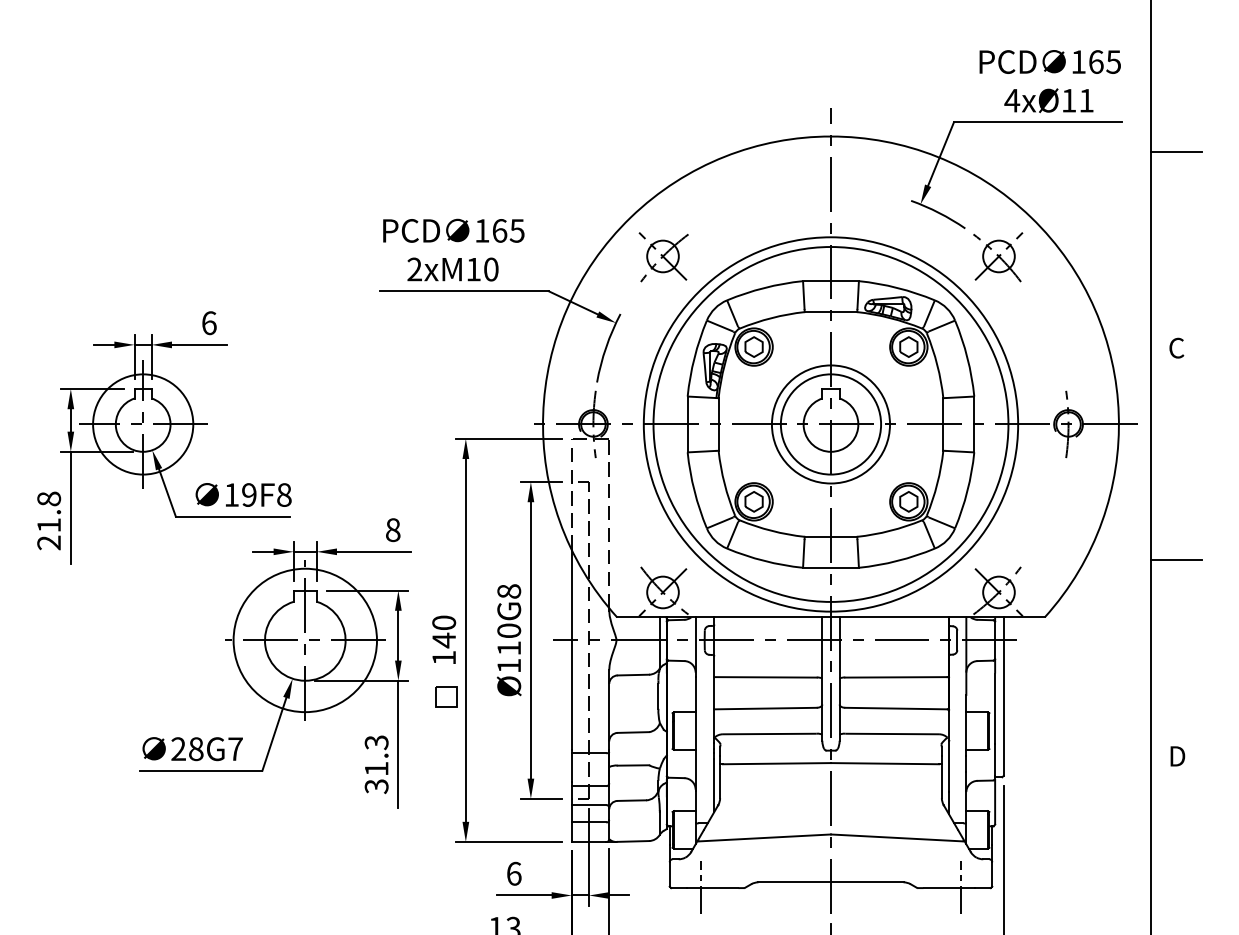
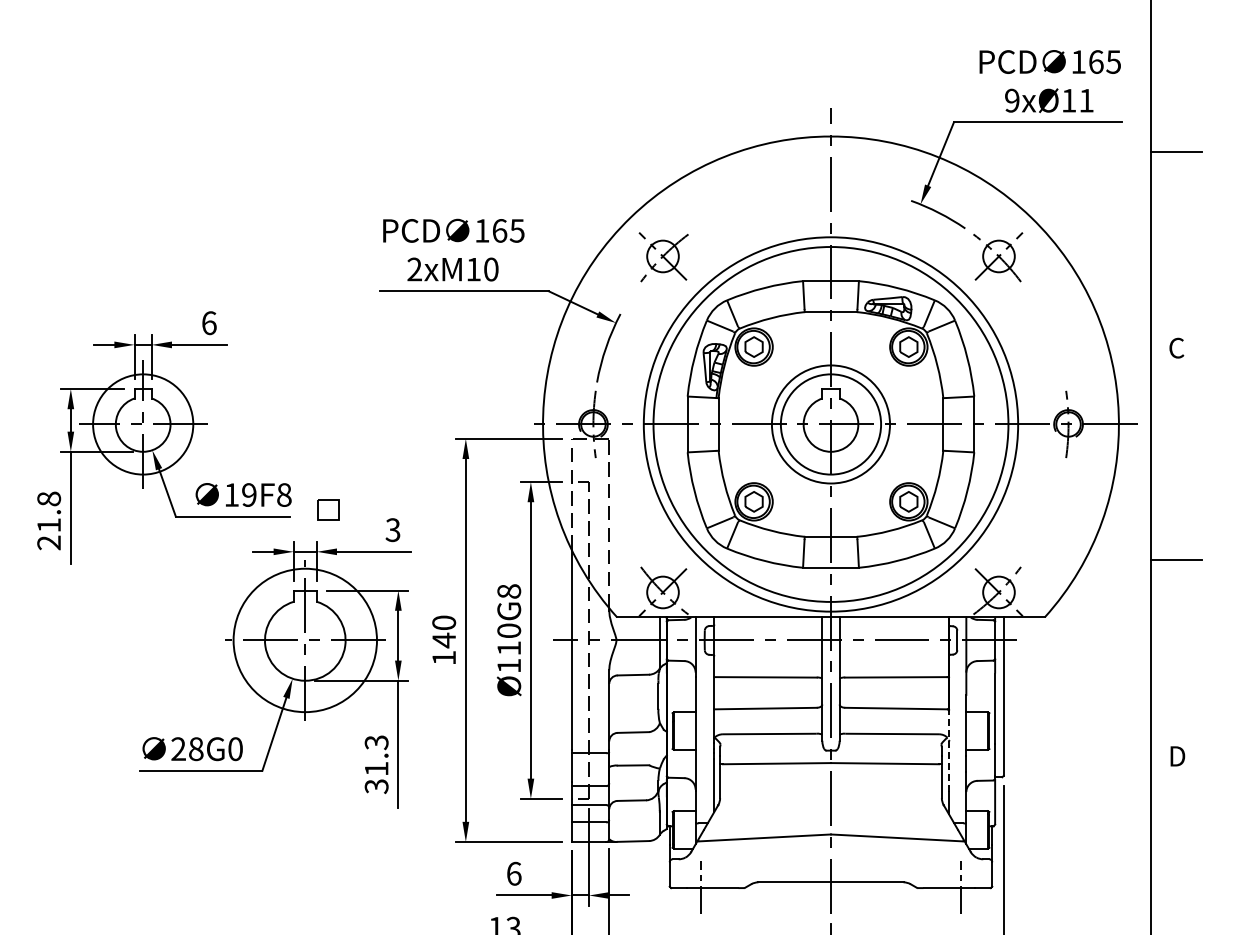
text at (1012, 100): 4xØ11 -> 9xØ11
text at (392, 529): 8 -> 3
part at (446, 696) position: (446, 696) -> (328, 509)
text at (235, 749): 28G7 -> 28G0
line at (949, 751): solid -> dashed
